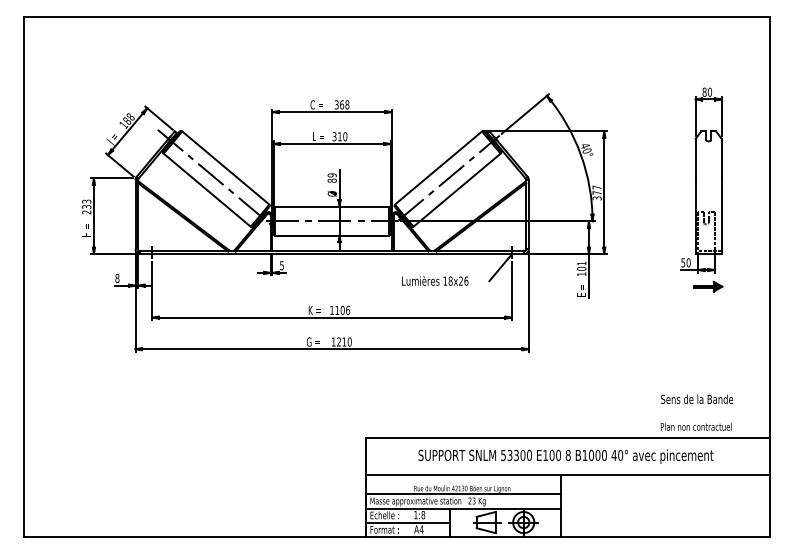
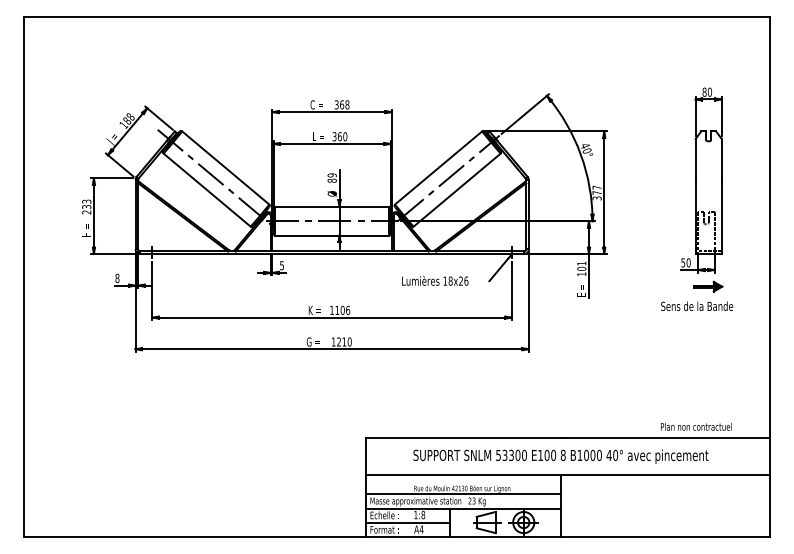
text at (339, 136): 310 -> 360
text at (697, 398) position: (697, 398) -> (697, 305)
text at (565, 456) position: (565, 456) -> (560, 456)
